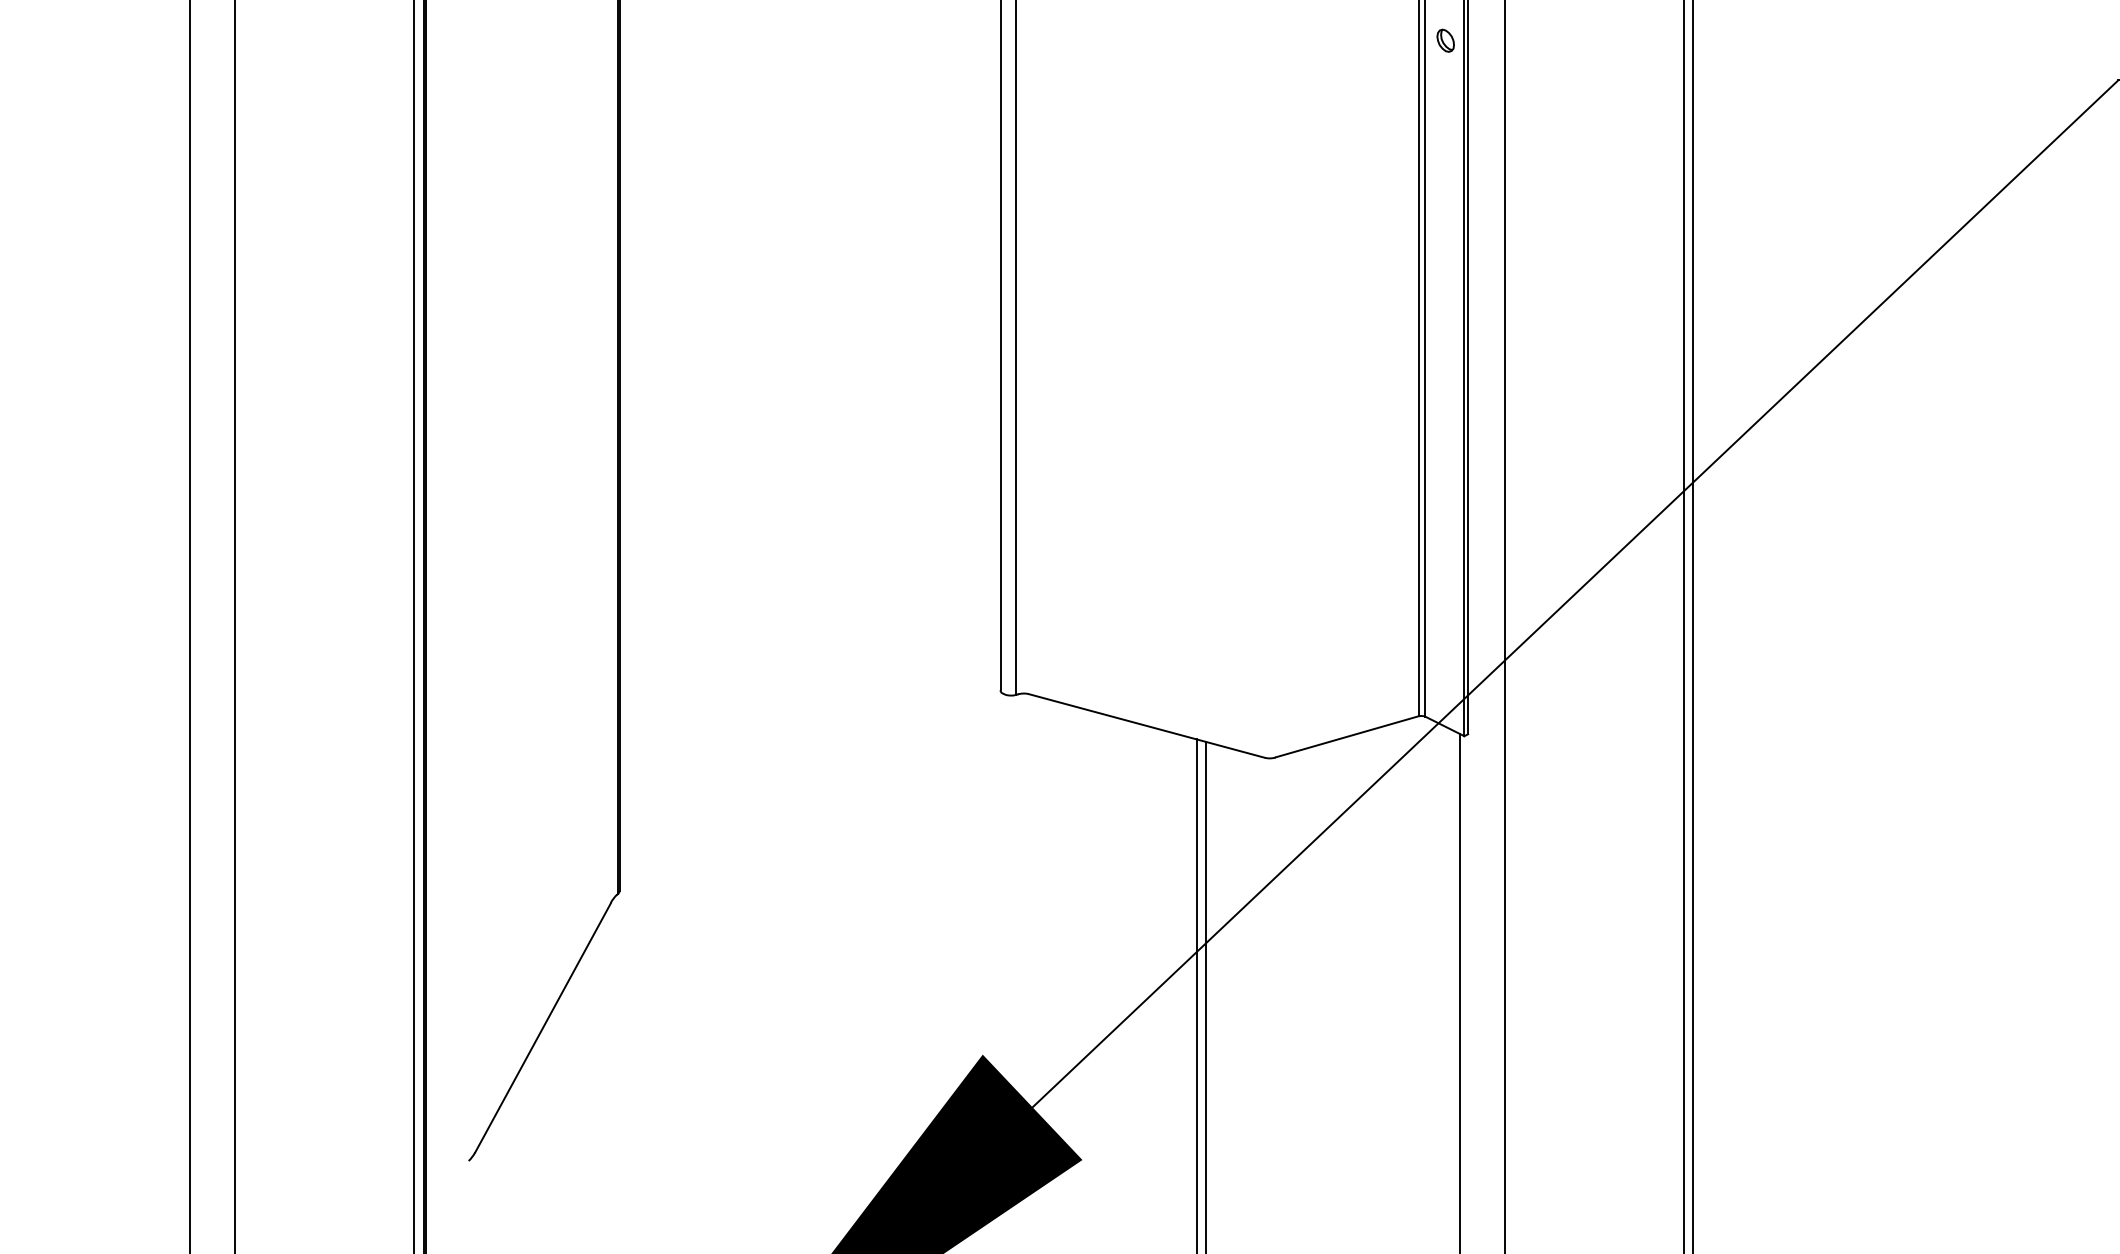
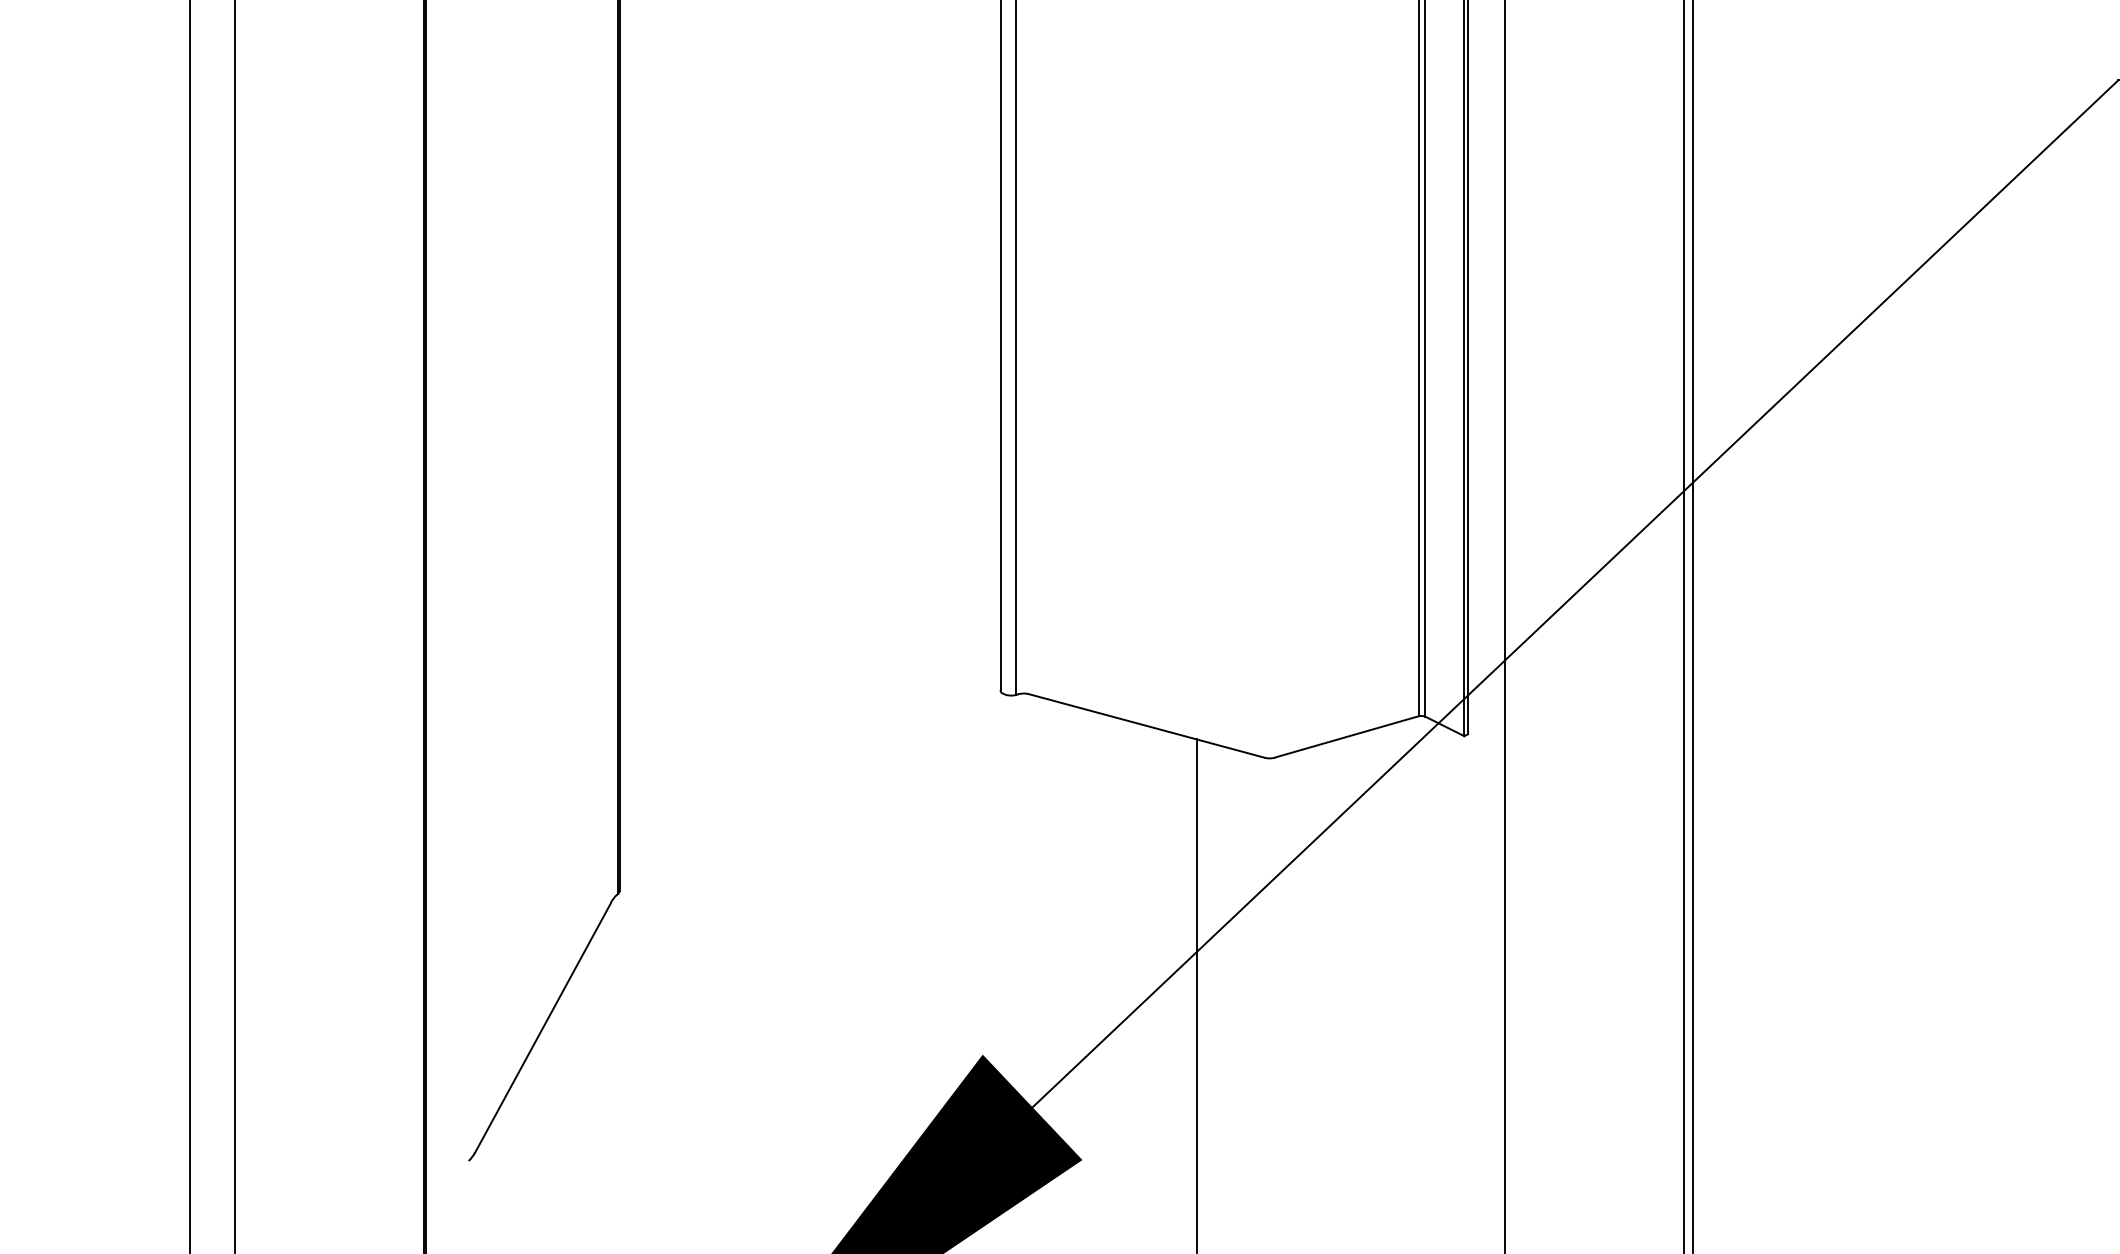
part at (1445, 40): present -> none
line at (414, 626): present -> none
line at (1459, 991): present -> none
line at (1205, 995): present -> none
